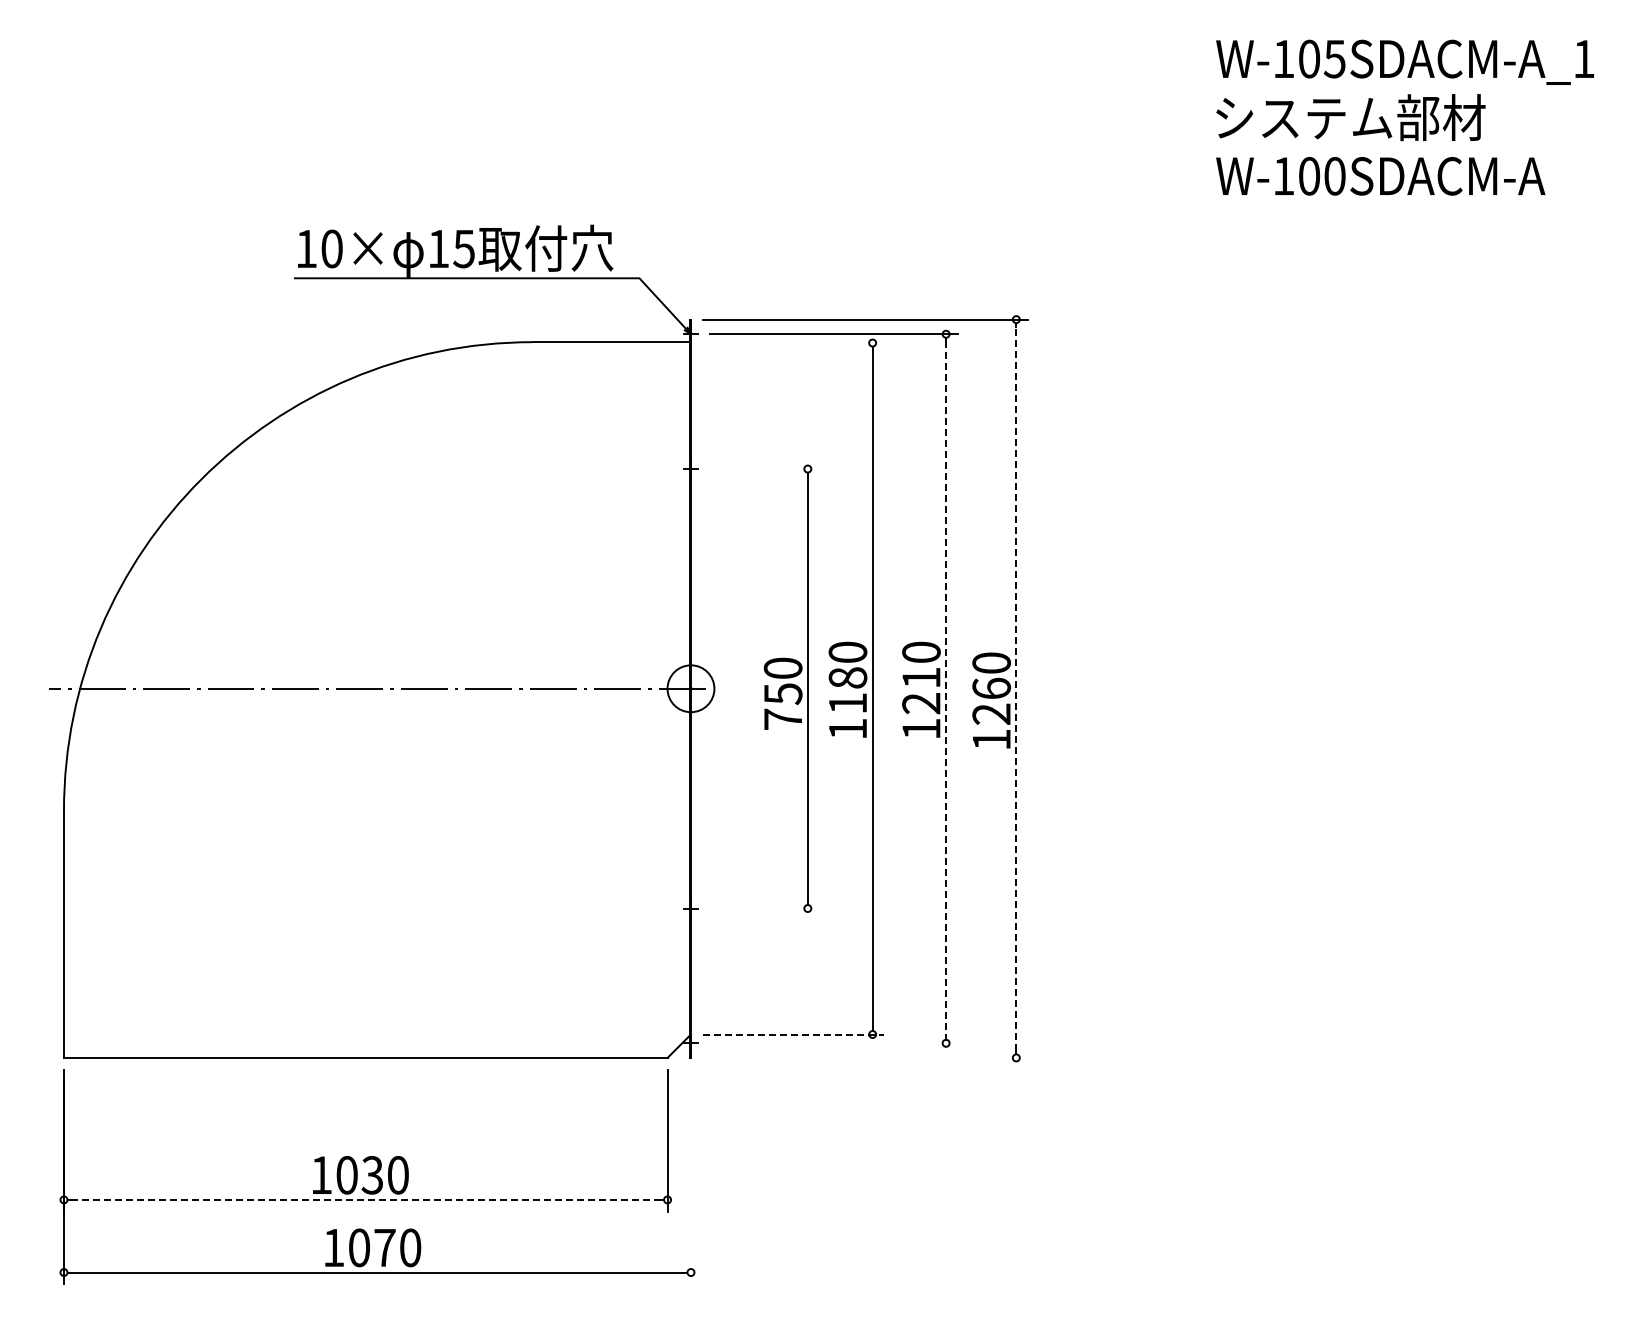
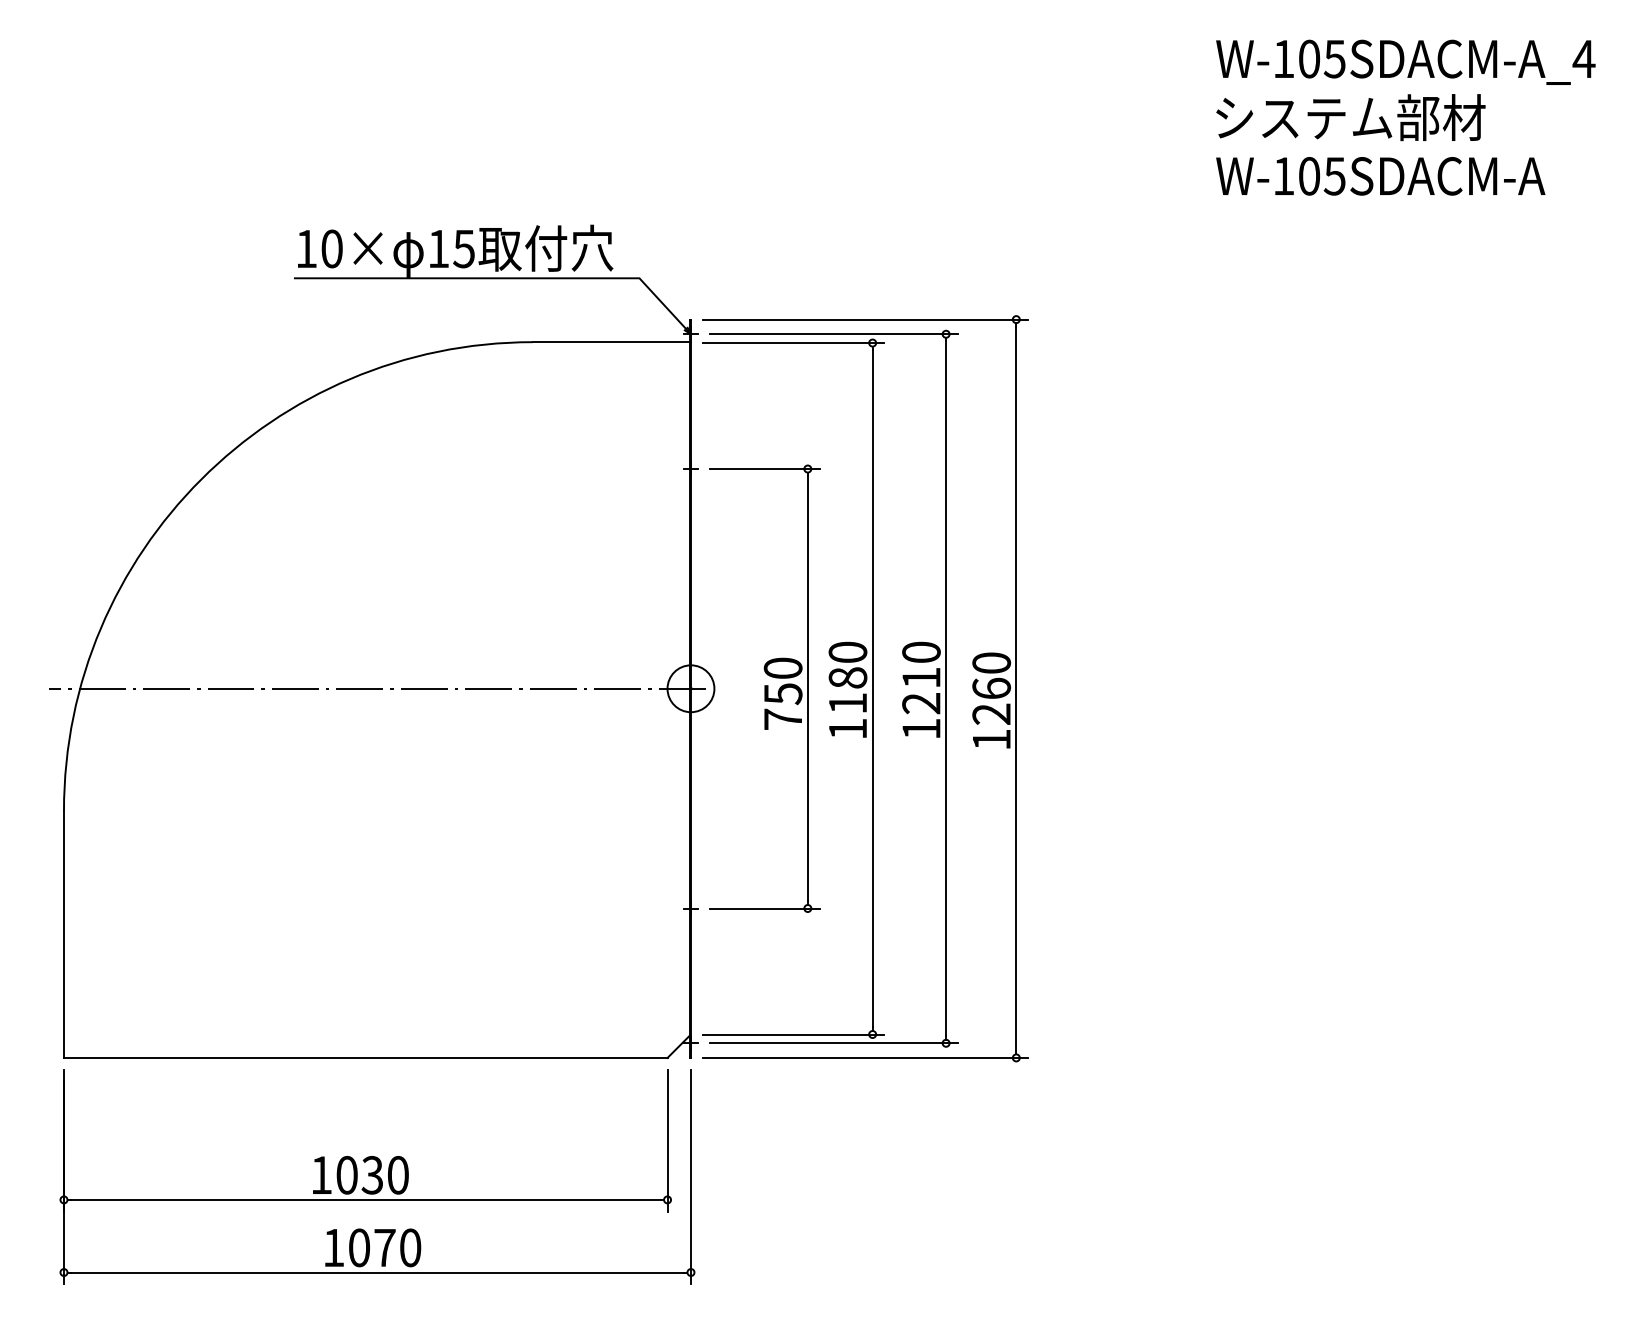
text at (1583, 58): W-105SDACM-A_1 -> W-105SDACM-A_4
text at (1334, 176): W-100SDACM-A -> W-105SDACM-A
line at (793, 343): none -> present
line at (764, 469): none -> present
line at (1016, 688): dashed -> solid
line at (946, 689): dashed -> solid
line at (764, 908): none -> present
line at (793, 1034): dashed -> solid
line at (833, 1043): none -> present
line at (865, 1057): none -> present
line at (690, 1176): none -> present
line at (365, 1199): dashed -> solid
